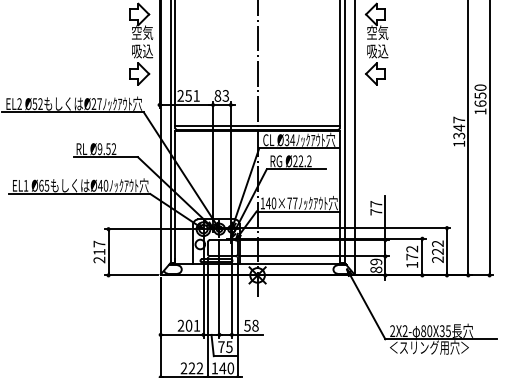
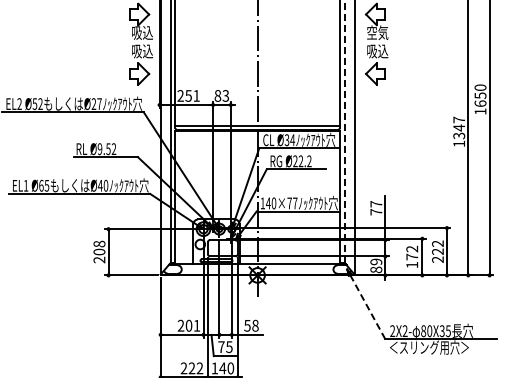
text at (142, 32): 空気 -> 吸込
line at (344, 131): solid -> dashed
text at (99, 247): 217 -> 208
line at (367, 307): solid -> dashed
